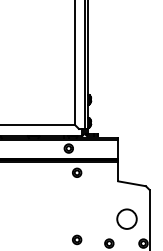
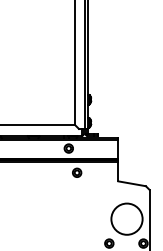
circle at (126, 218) diameter: 20 px -> 31 px
part at (77, 239): present -> none
